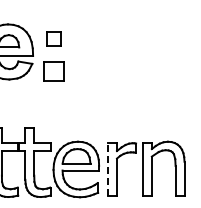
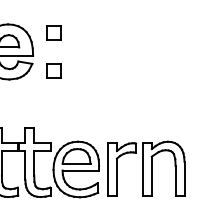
part at (53, 38) position: (53, 38) -> (53, 32)
part at (53, 71) size: 22x21 px -> 16x16 px
line at (108, 169): dashed -> solid
